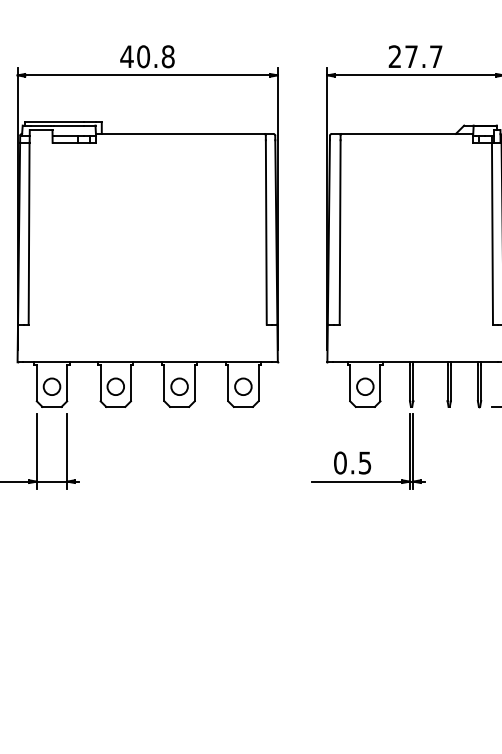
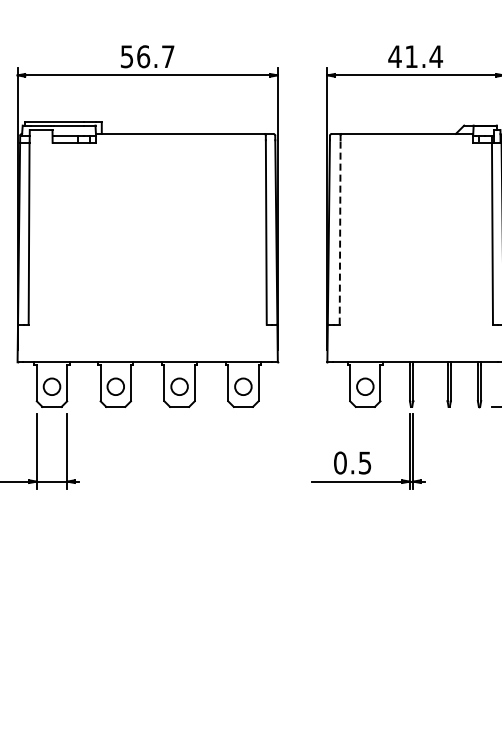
text at (147, 56): 40.8 -> 56.7
text at (415, 56): 27.7 -> 41.4
line at (340, 231): solid -> dashed
